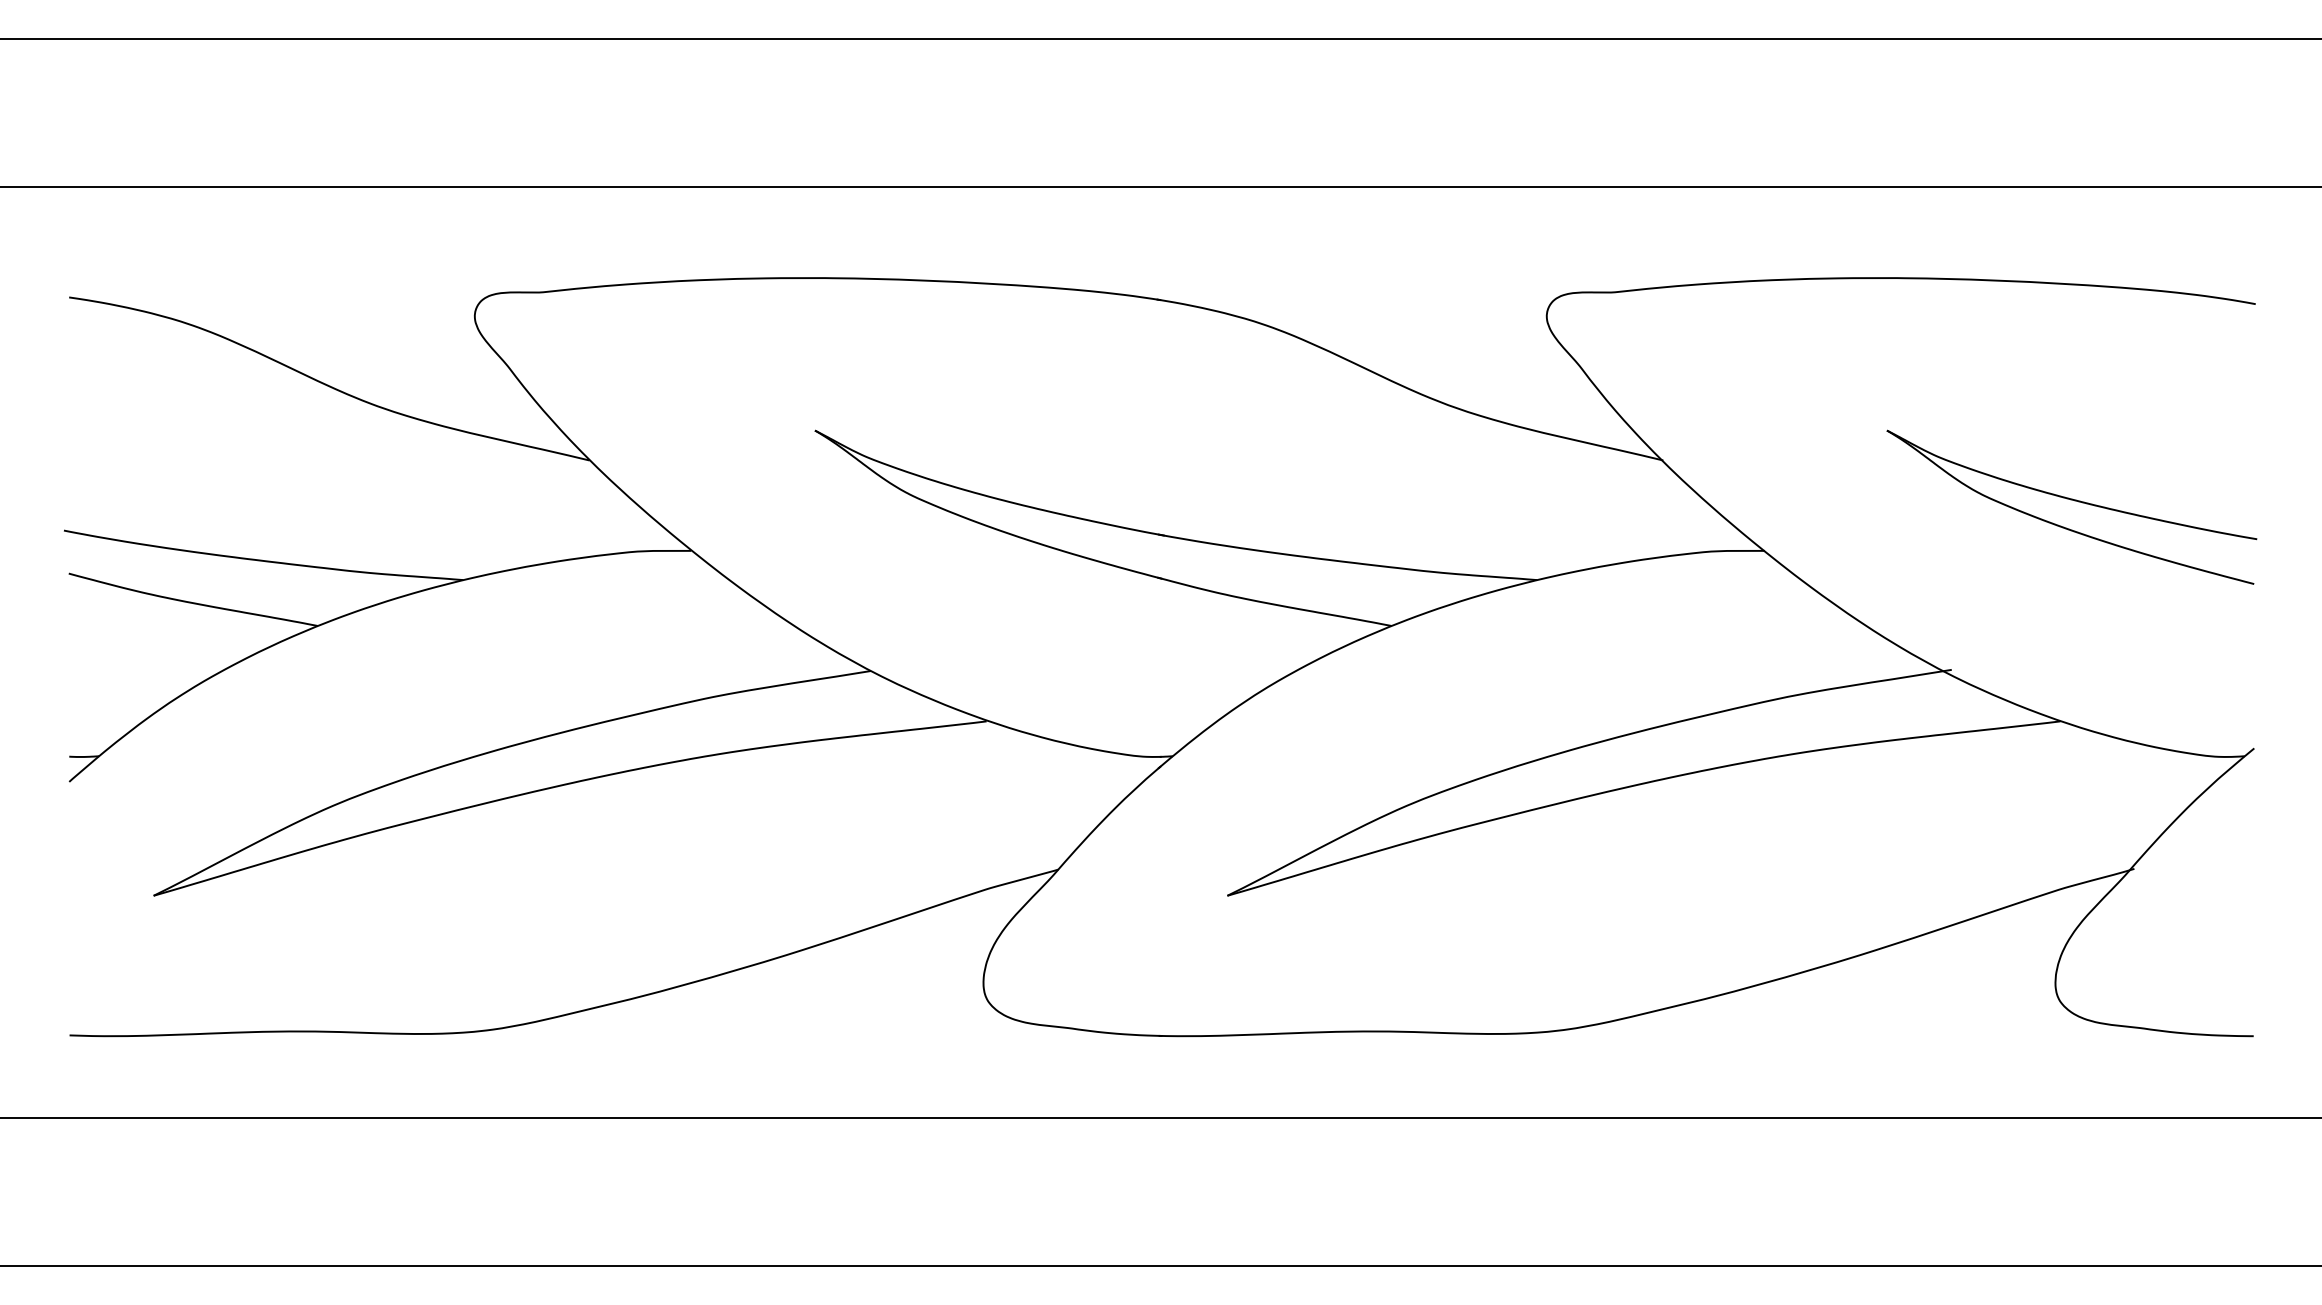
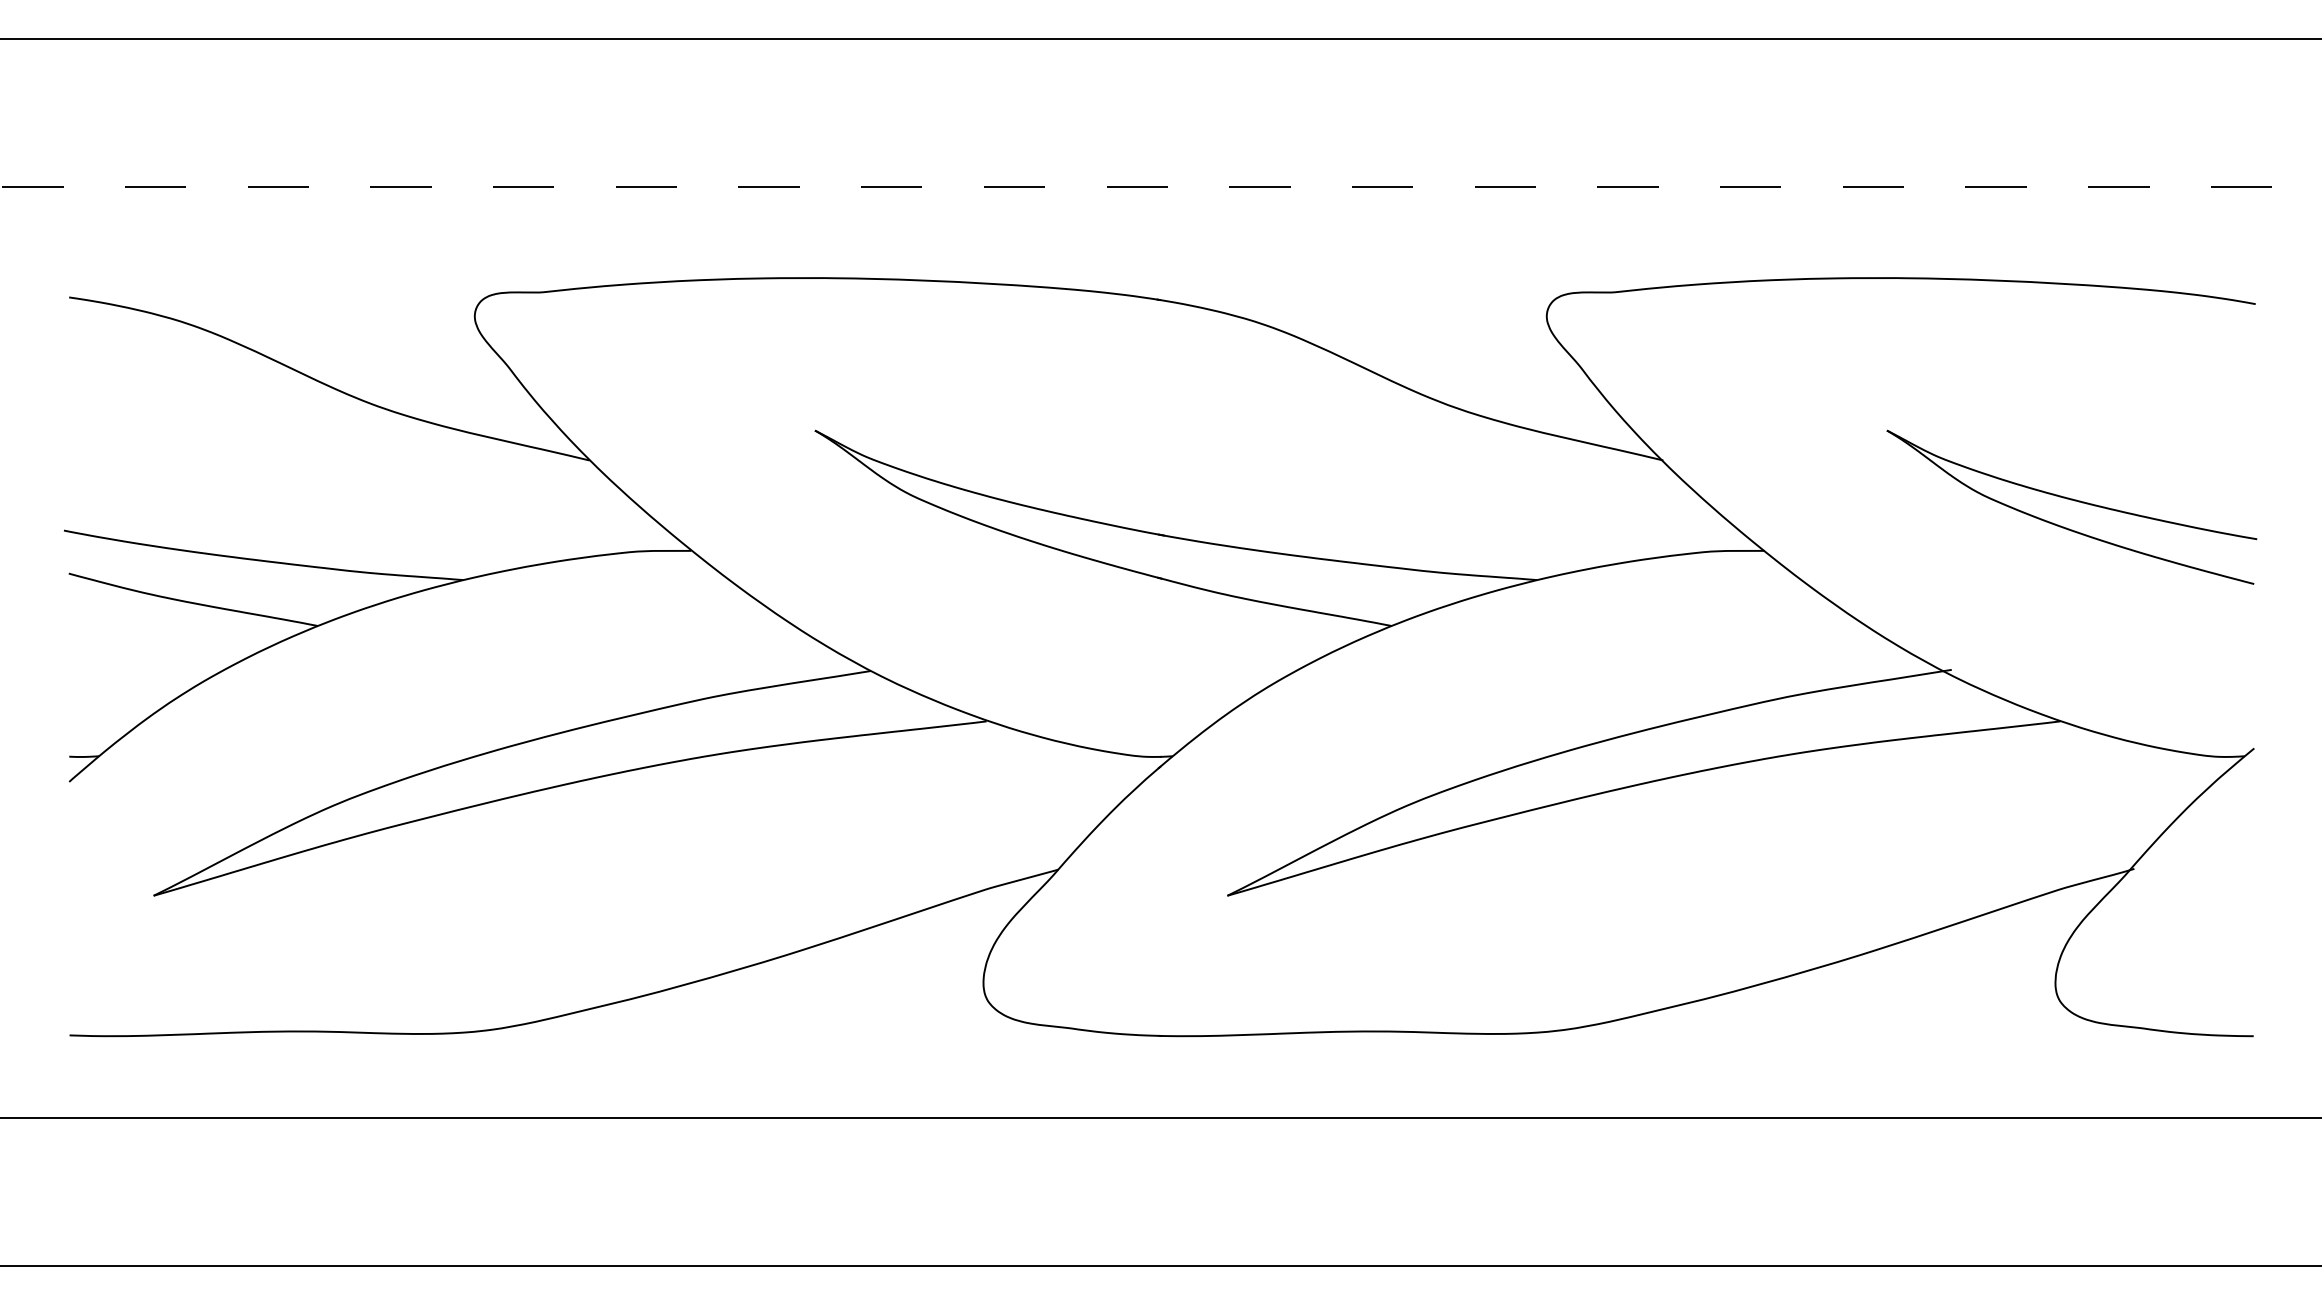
line at (1161, 187): solid -> dashed
